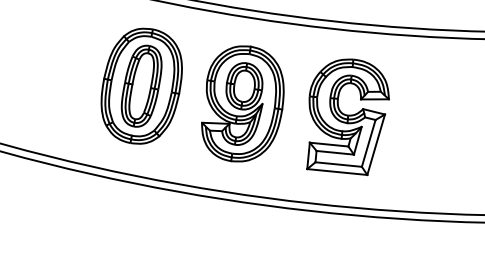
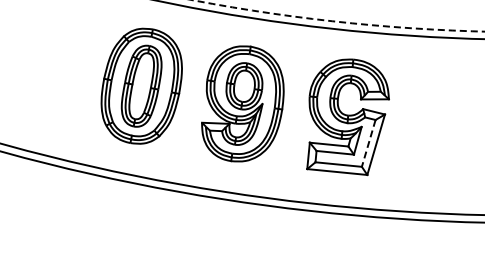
arc at (337, 21): solid -> dashed
line at (368, 143): solid -> dashed
